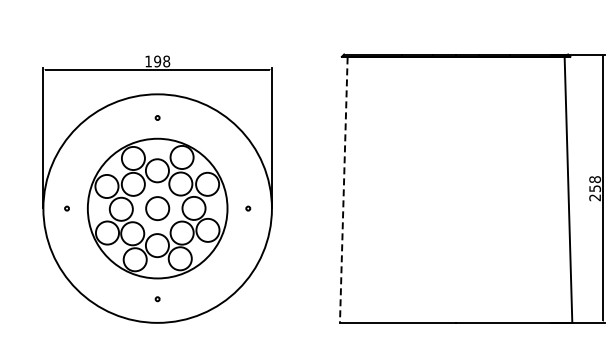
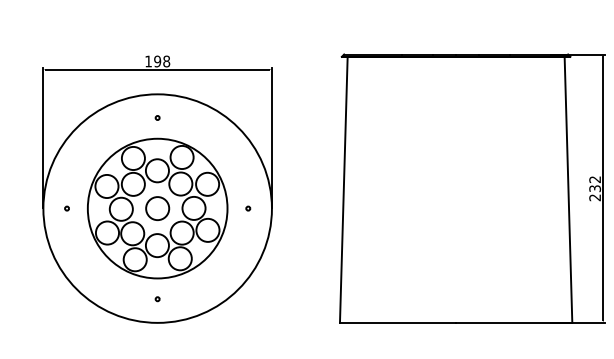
text at (595, 183): 258 -> 232
line at (343, 190): dashed -> solid
